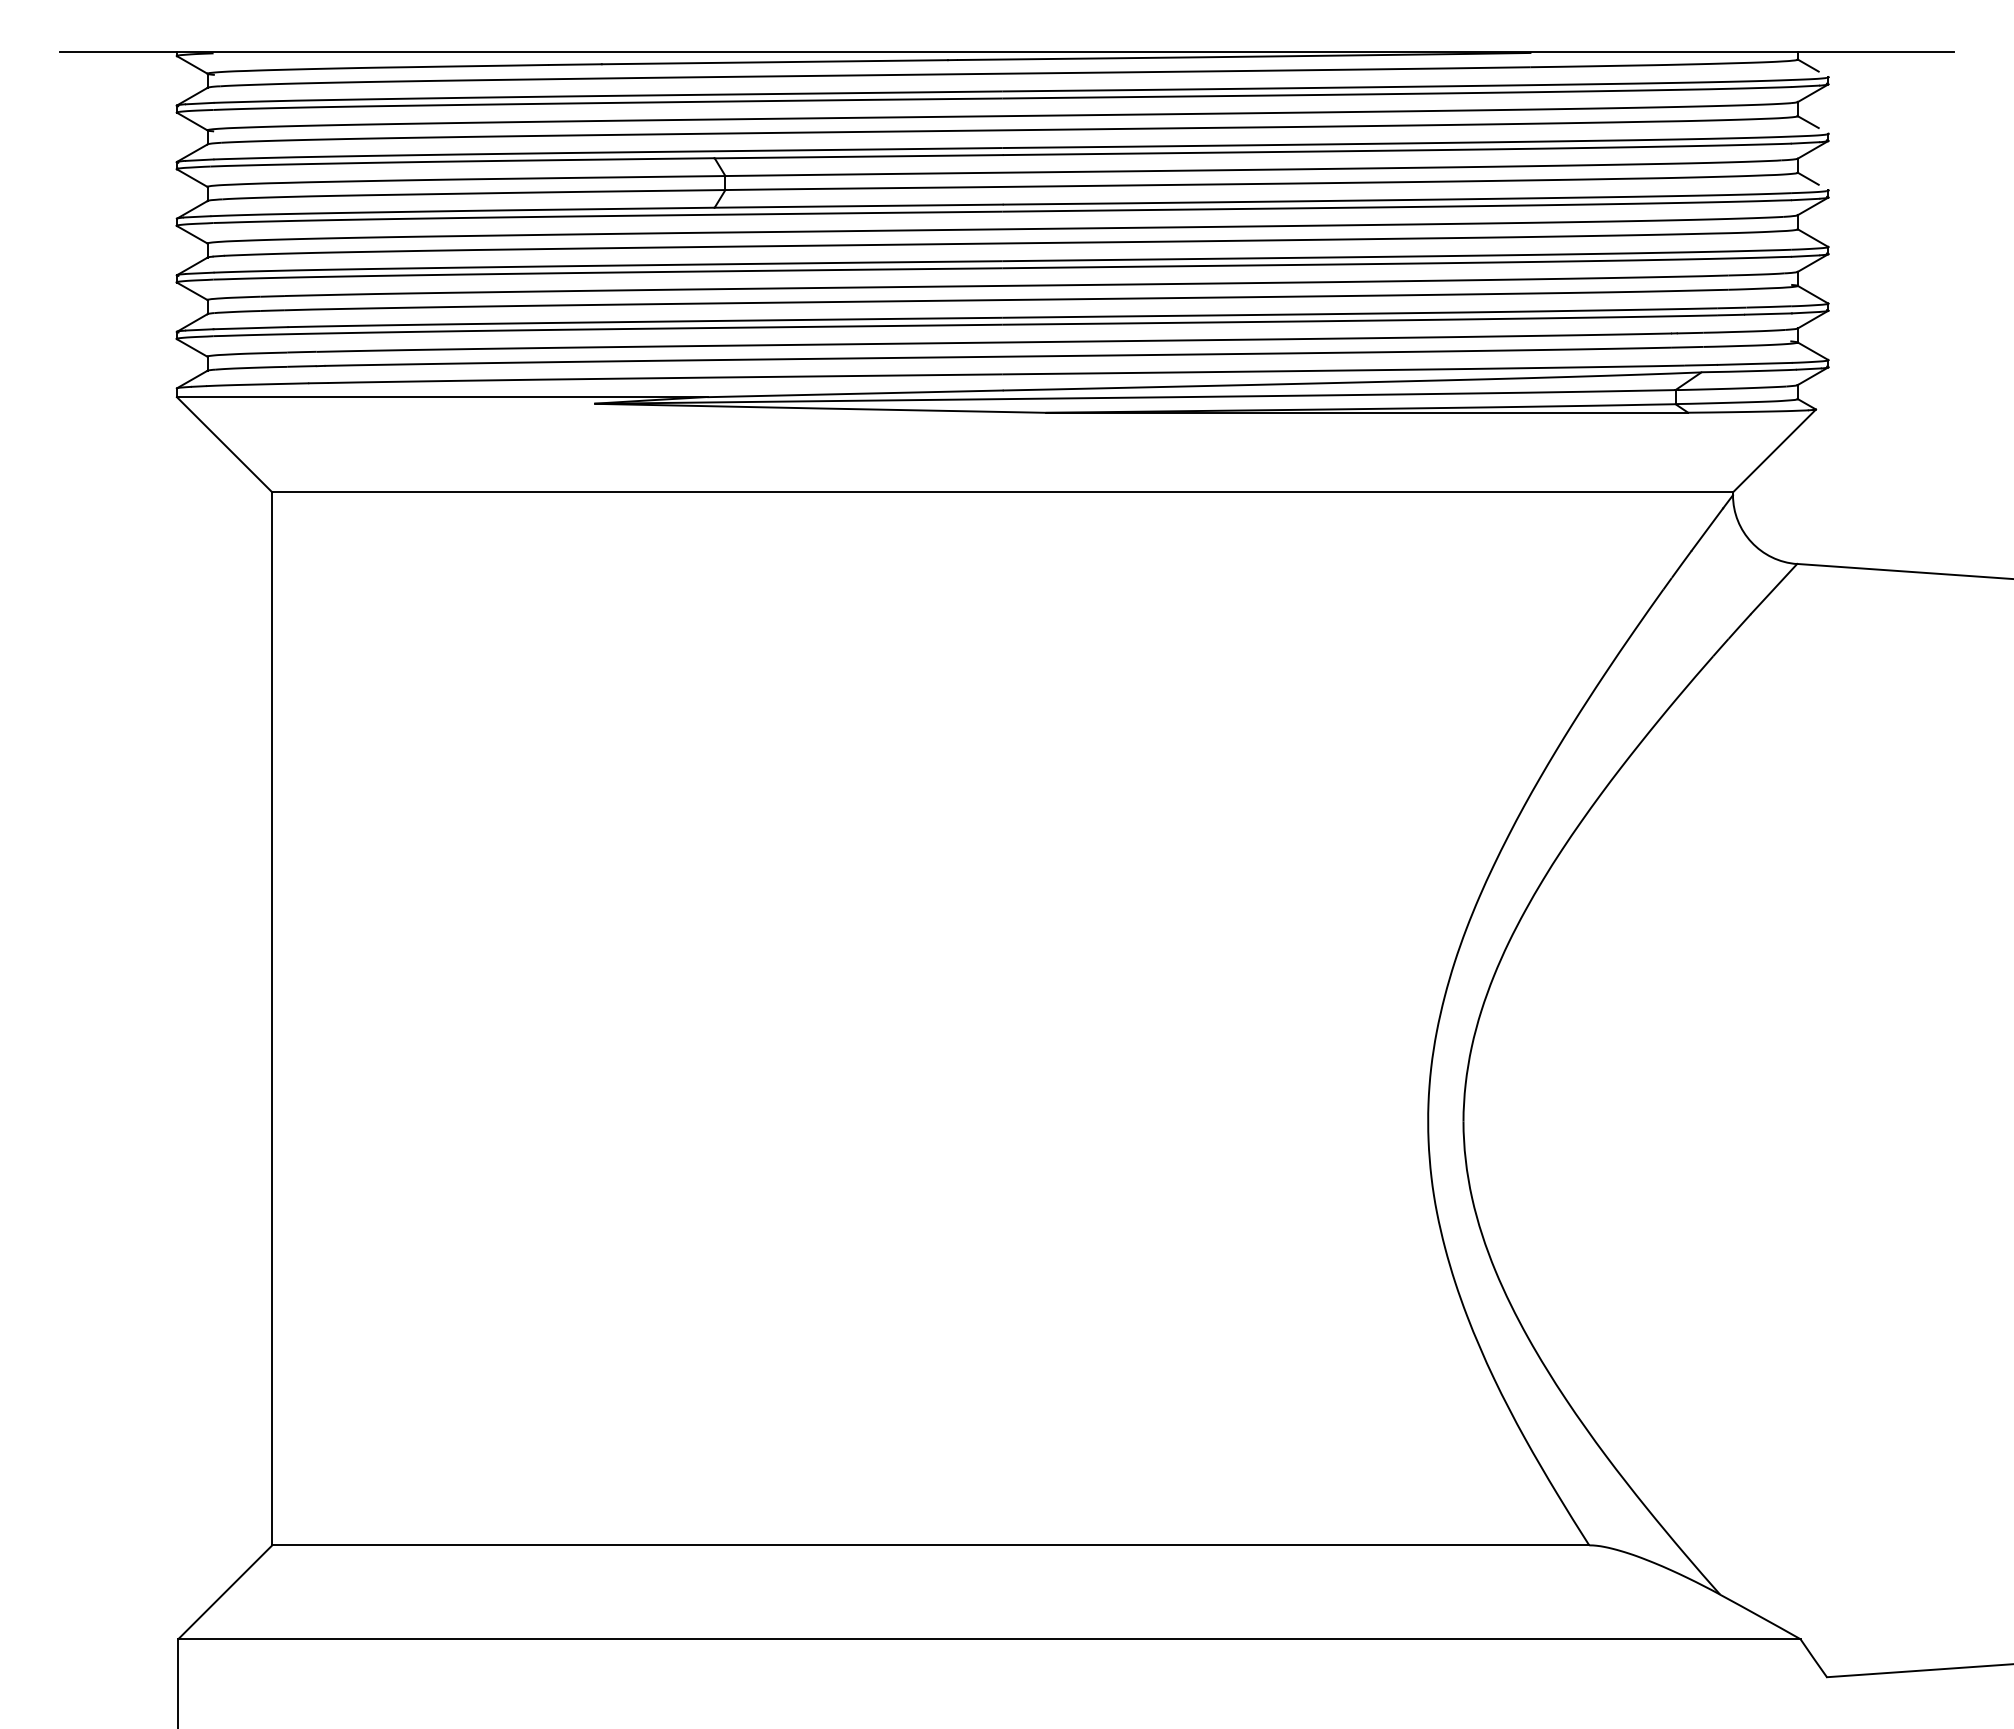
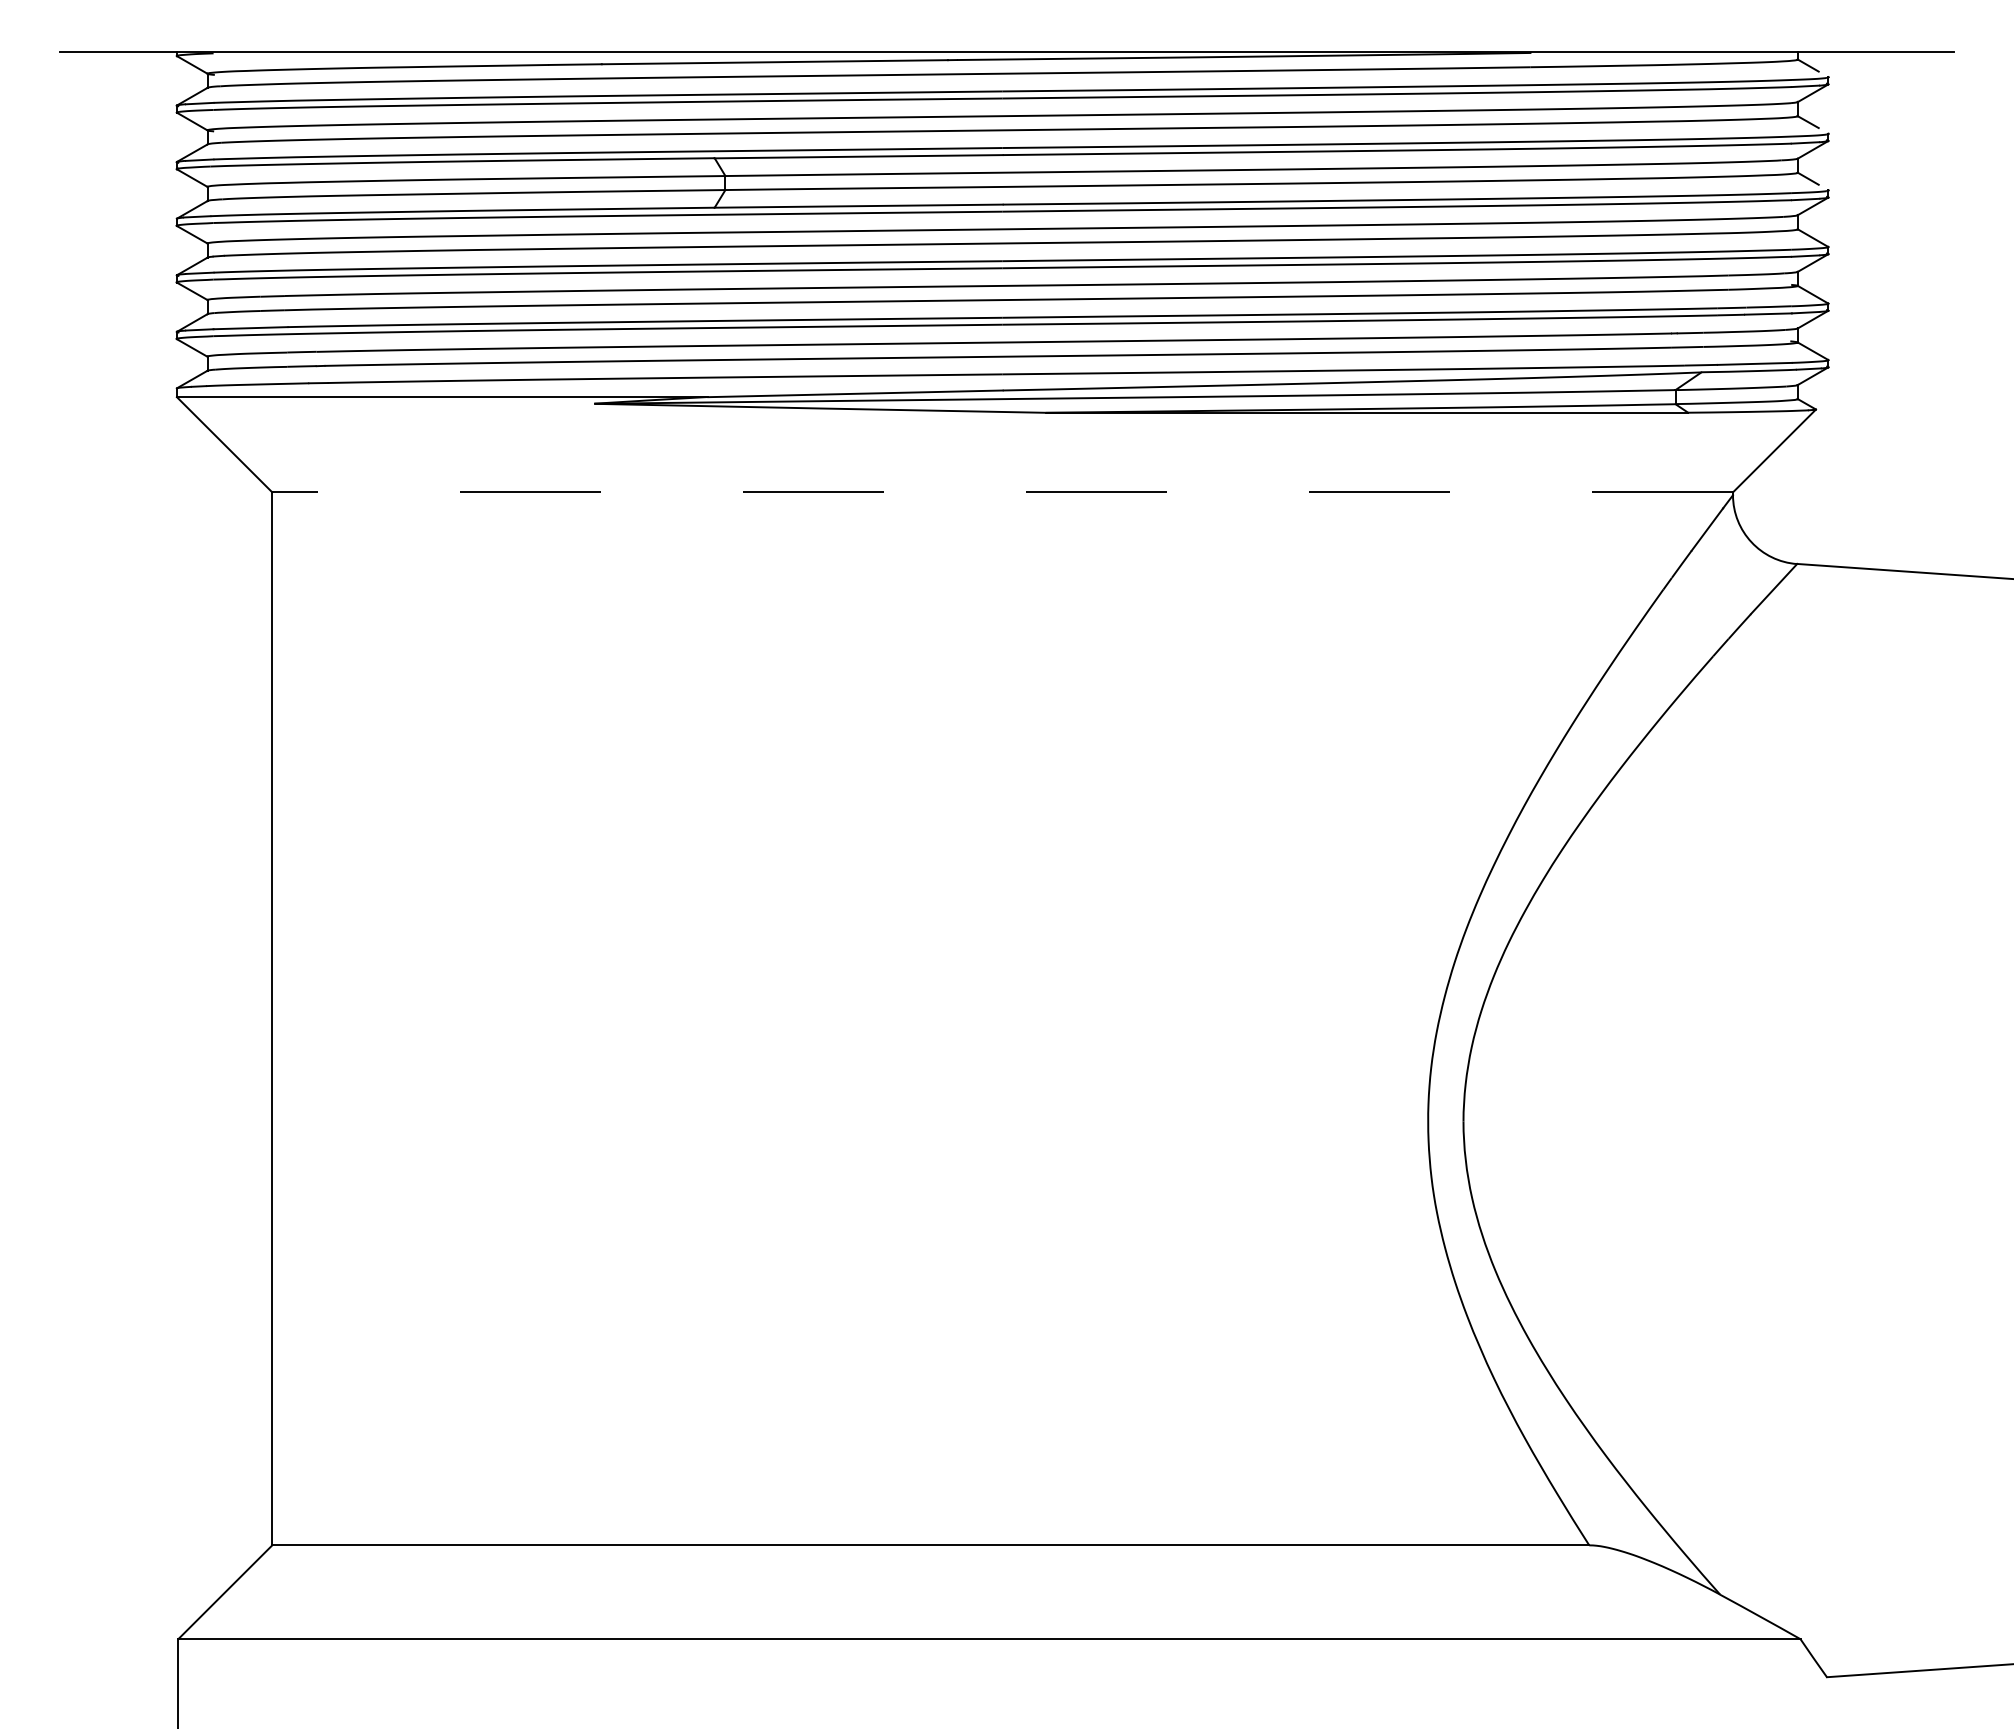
line at (1002, 492): solid -> dashed
